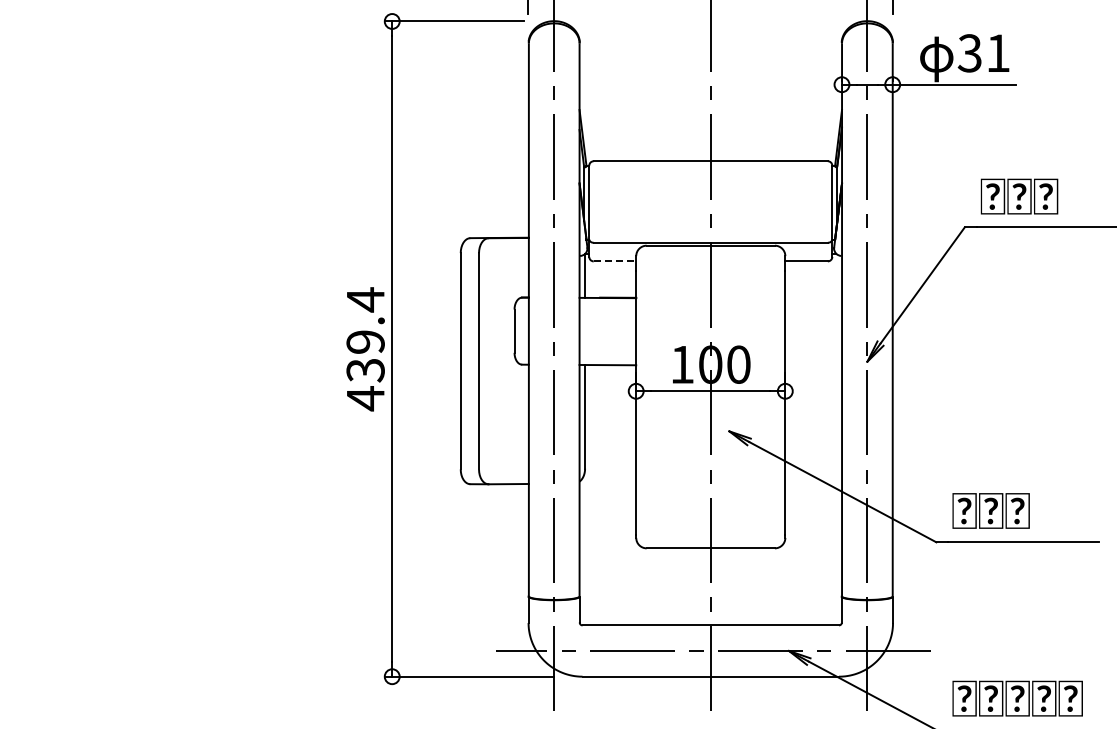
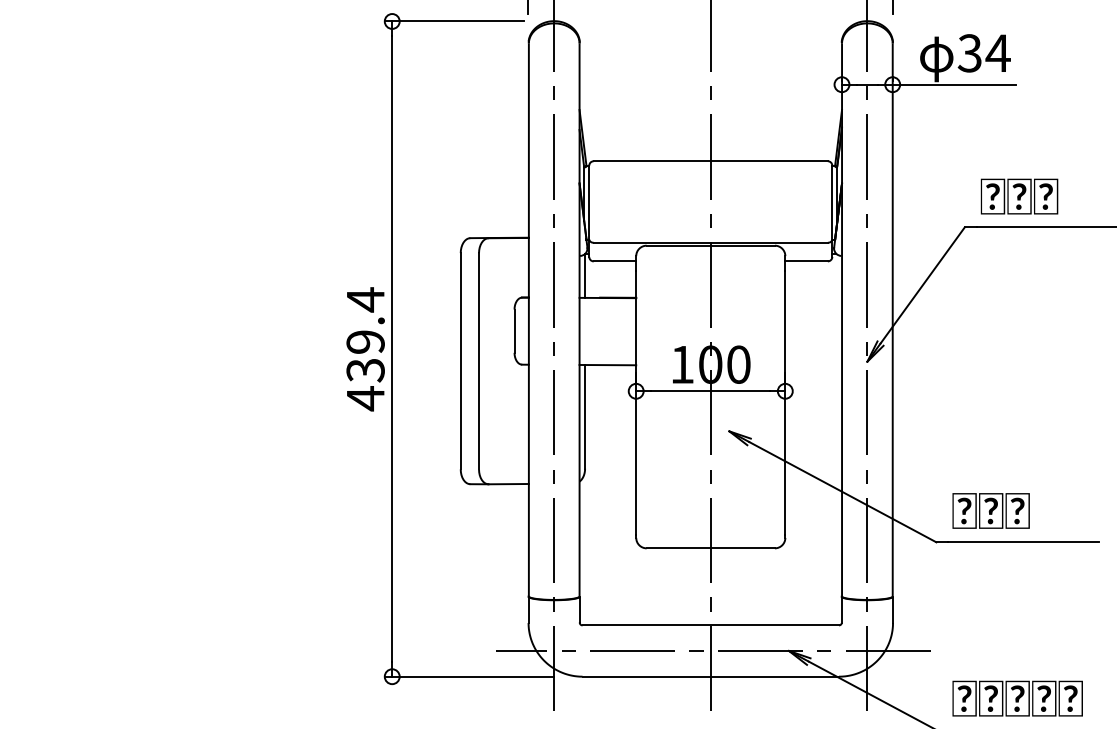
text at (997, 52): 31 -> 34
line at (615, 261): dashed -> solid
